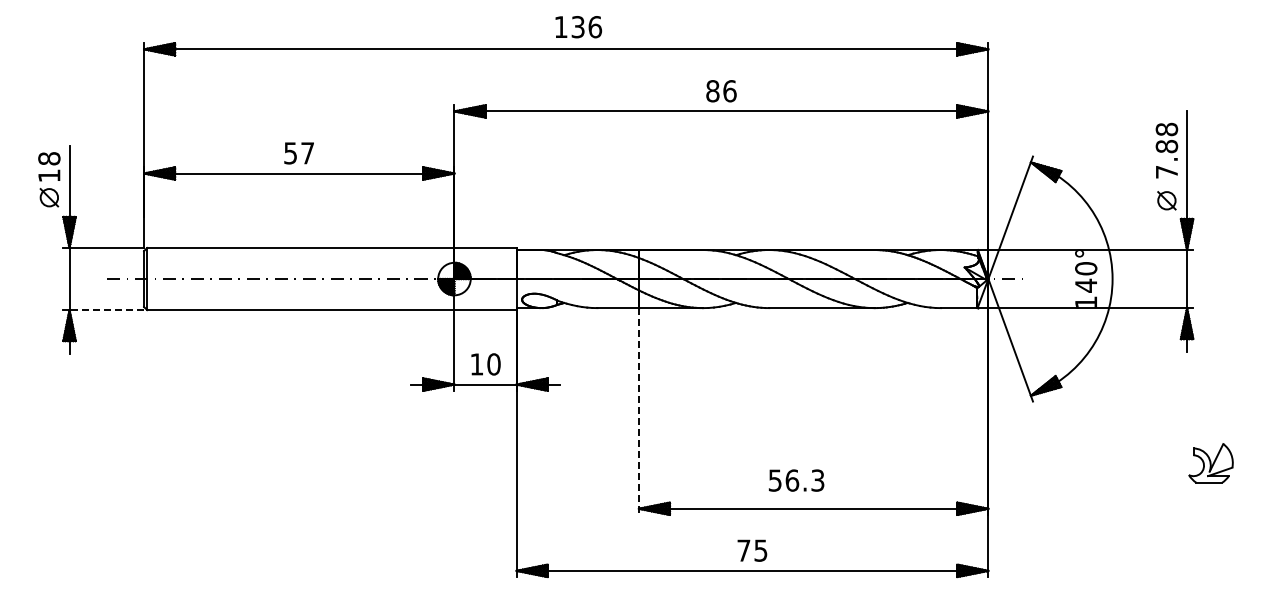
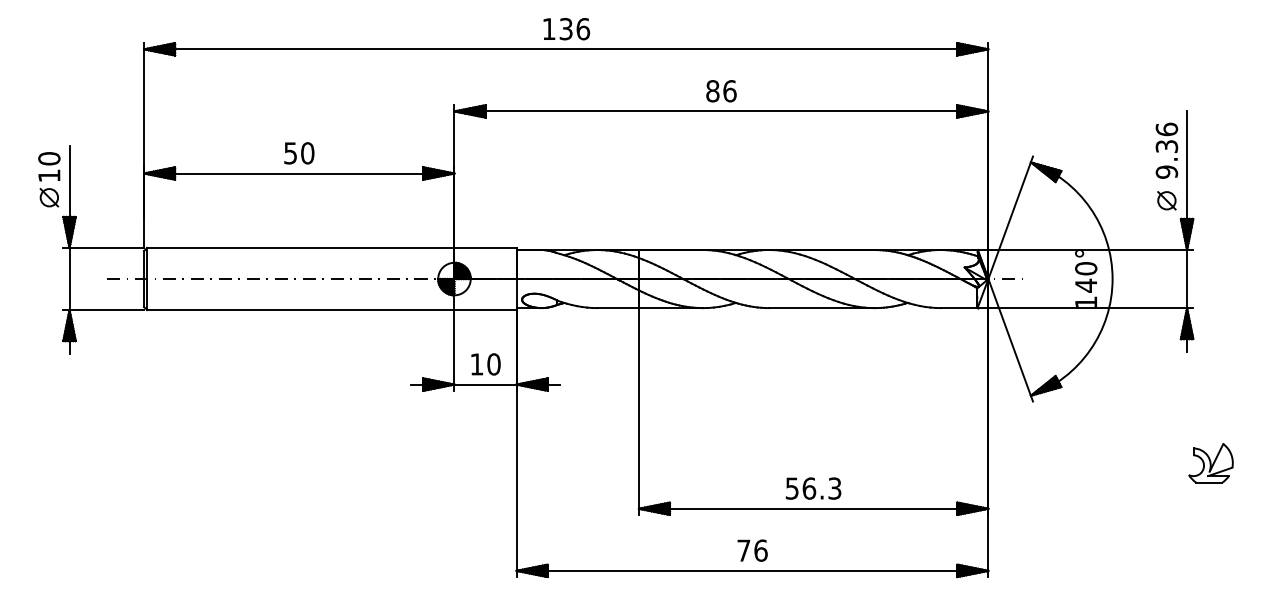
text at (578, 27) position: (578, 27) -> (566, 29)
text at (1166, 150): 7.88 -> 9.36
text at (307, 153): 57 -> 50
text at (49, 158): 18 -> 10
line at (106, 310): dashed -> solid
line at (638, 412): dashed -> solid
text at (796, 480) position: (796, 480) -> (813, 488)
text at (760, 550): 75 -> 76
